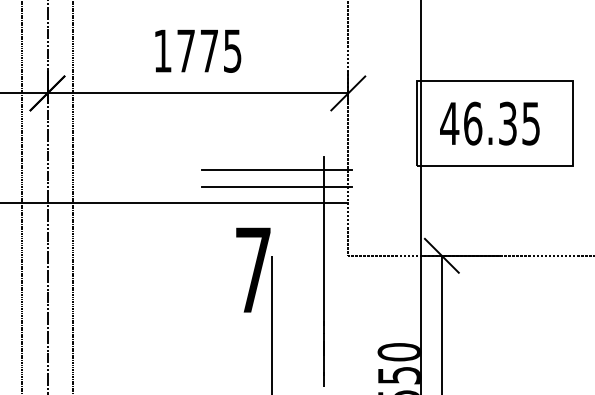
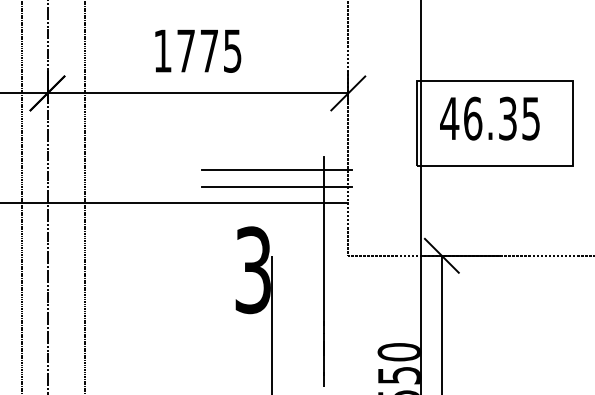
text at (489, 123) position: (489, 123) -> (489, 118)
line at (72, 196) position: (72, 196) -> (84, 196)
text at (252, 270): 7 -> 3
